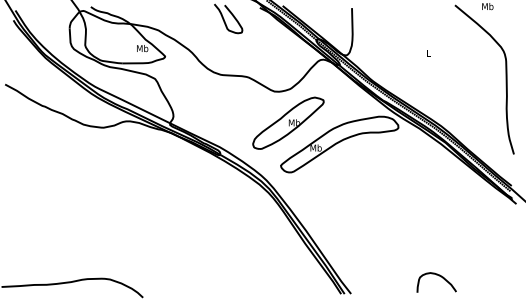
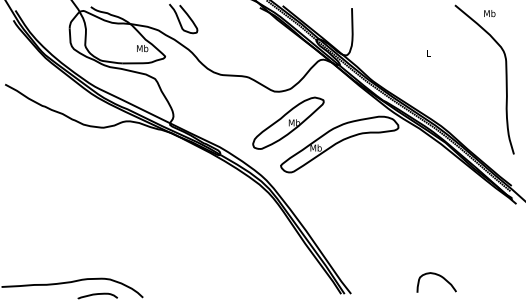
text at (487, 6) position: (487, 6) -> (489, 13)
curve at (224, 18) position: (224, 18) -> (179, 18)
curve at (97, 294): none -> present
